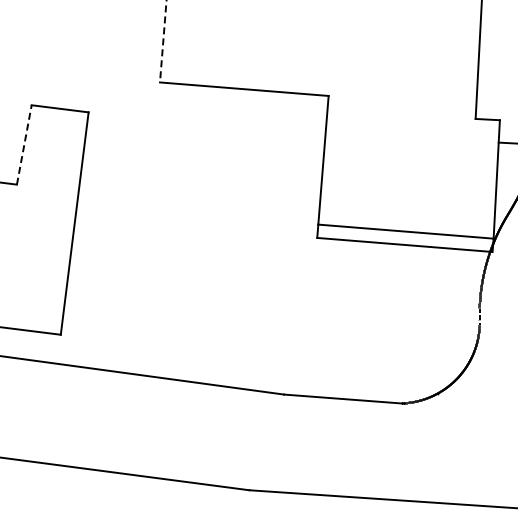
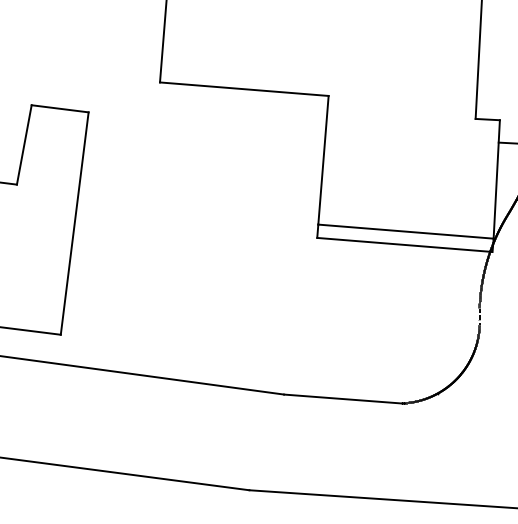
line at (163, 41): dashed -> solid
line at (24, 144): dashed -> solid
